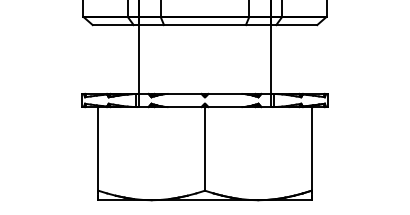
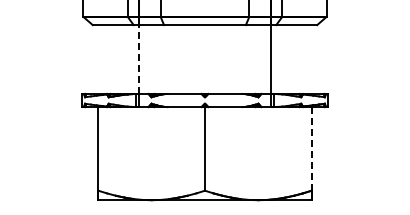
line at (139, 59): solid -> dashed
line at (311, 148): solid -> dashed
